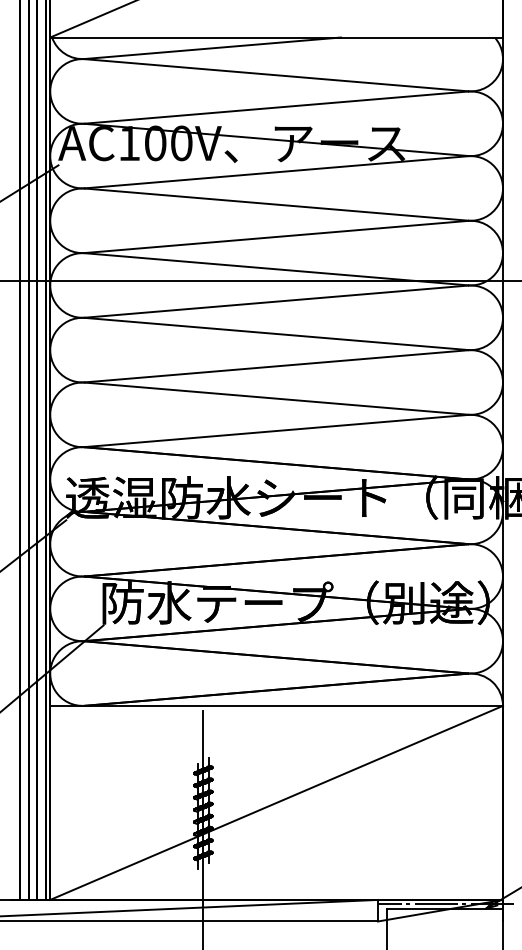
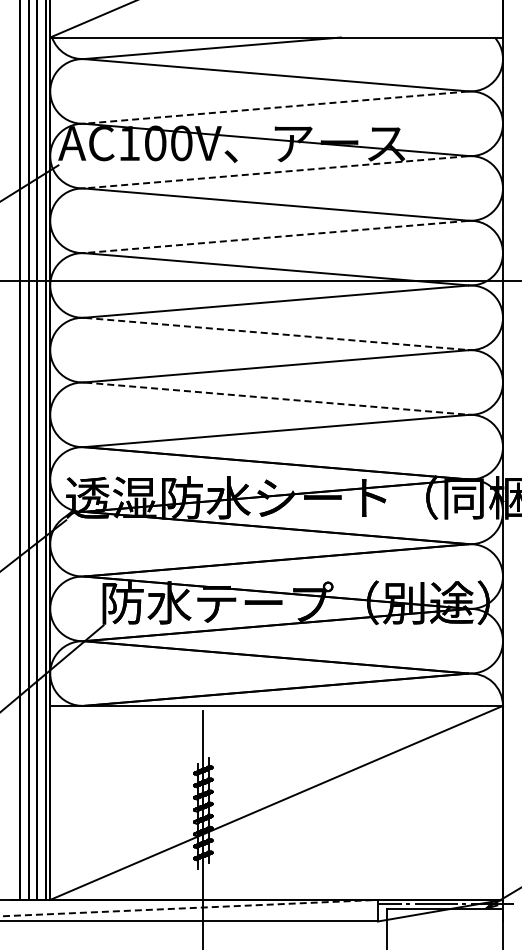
line at (276, 107): solid -> dashed
line at (276, 172): solid -> dashed
line at (276, 236): solid -> dashed
line at (276, 333): solid -> dashed
line at (276, 398): solid -> dashed
line at (189, 908): solid -> dashed
